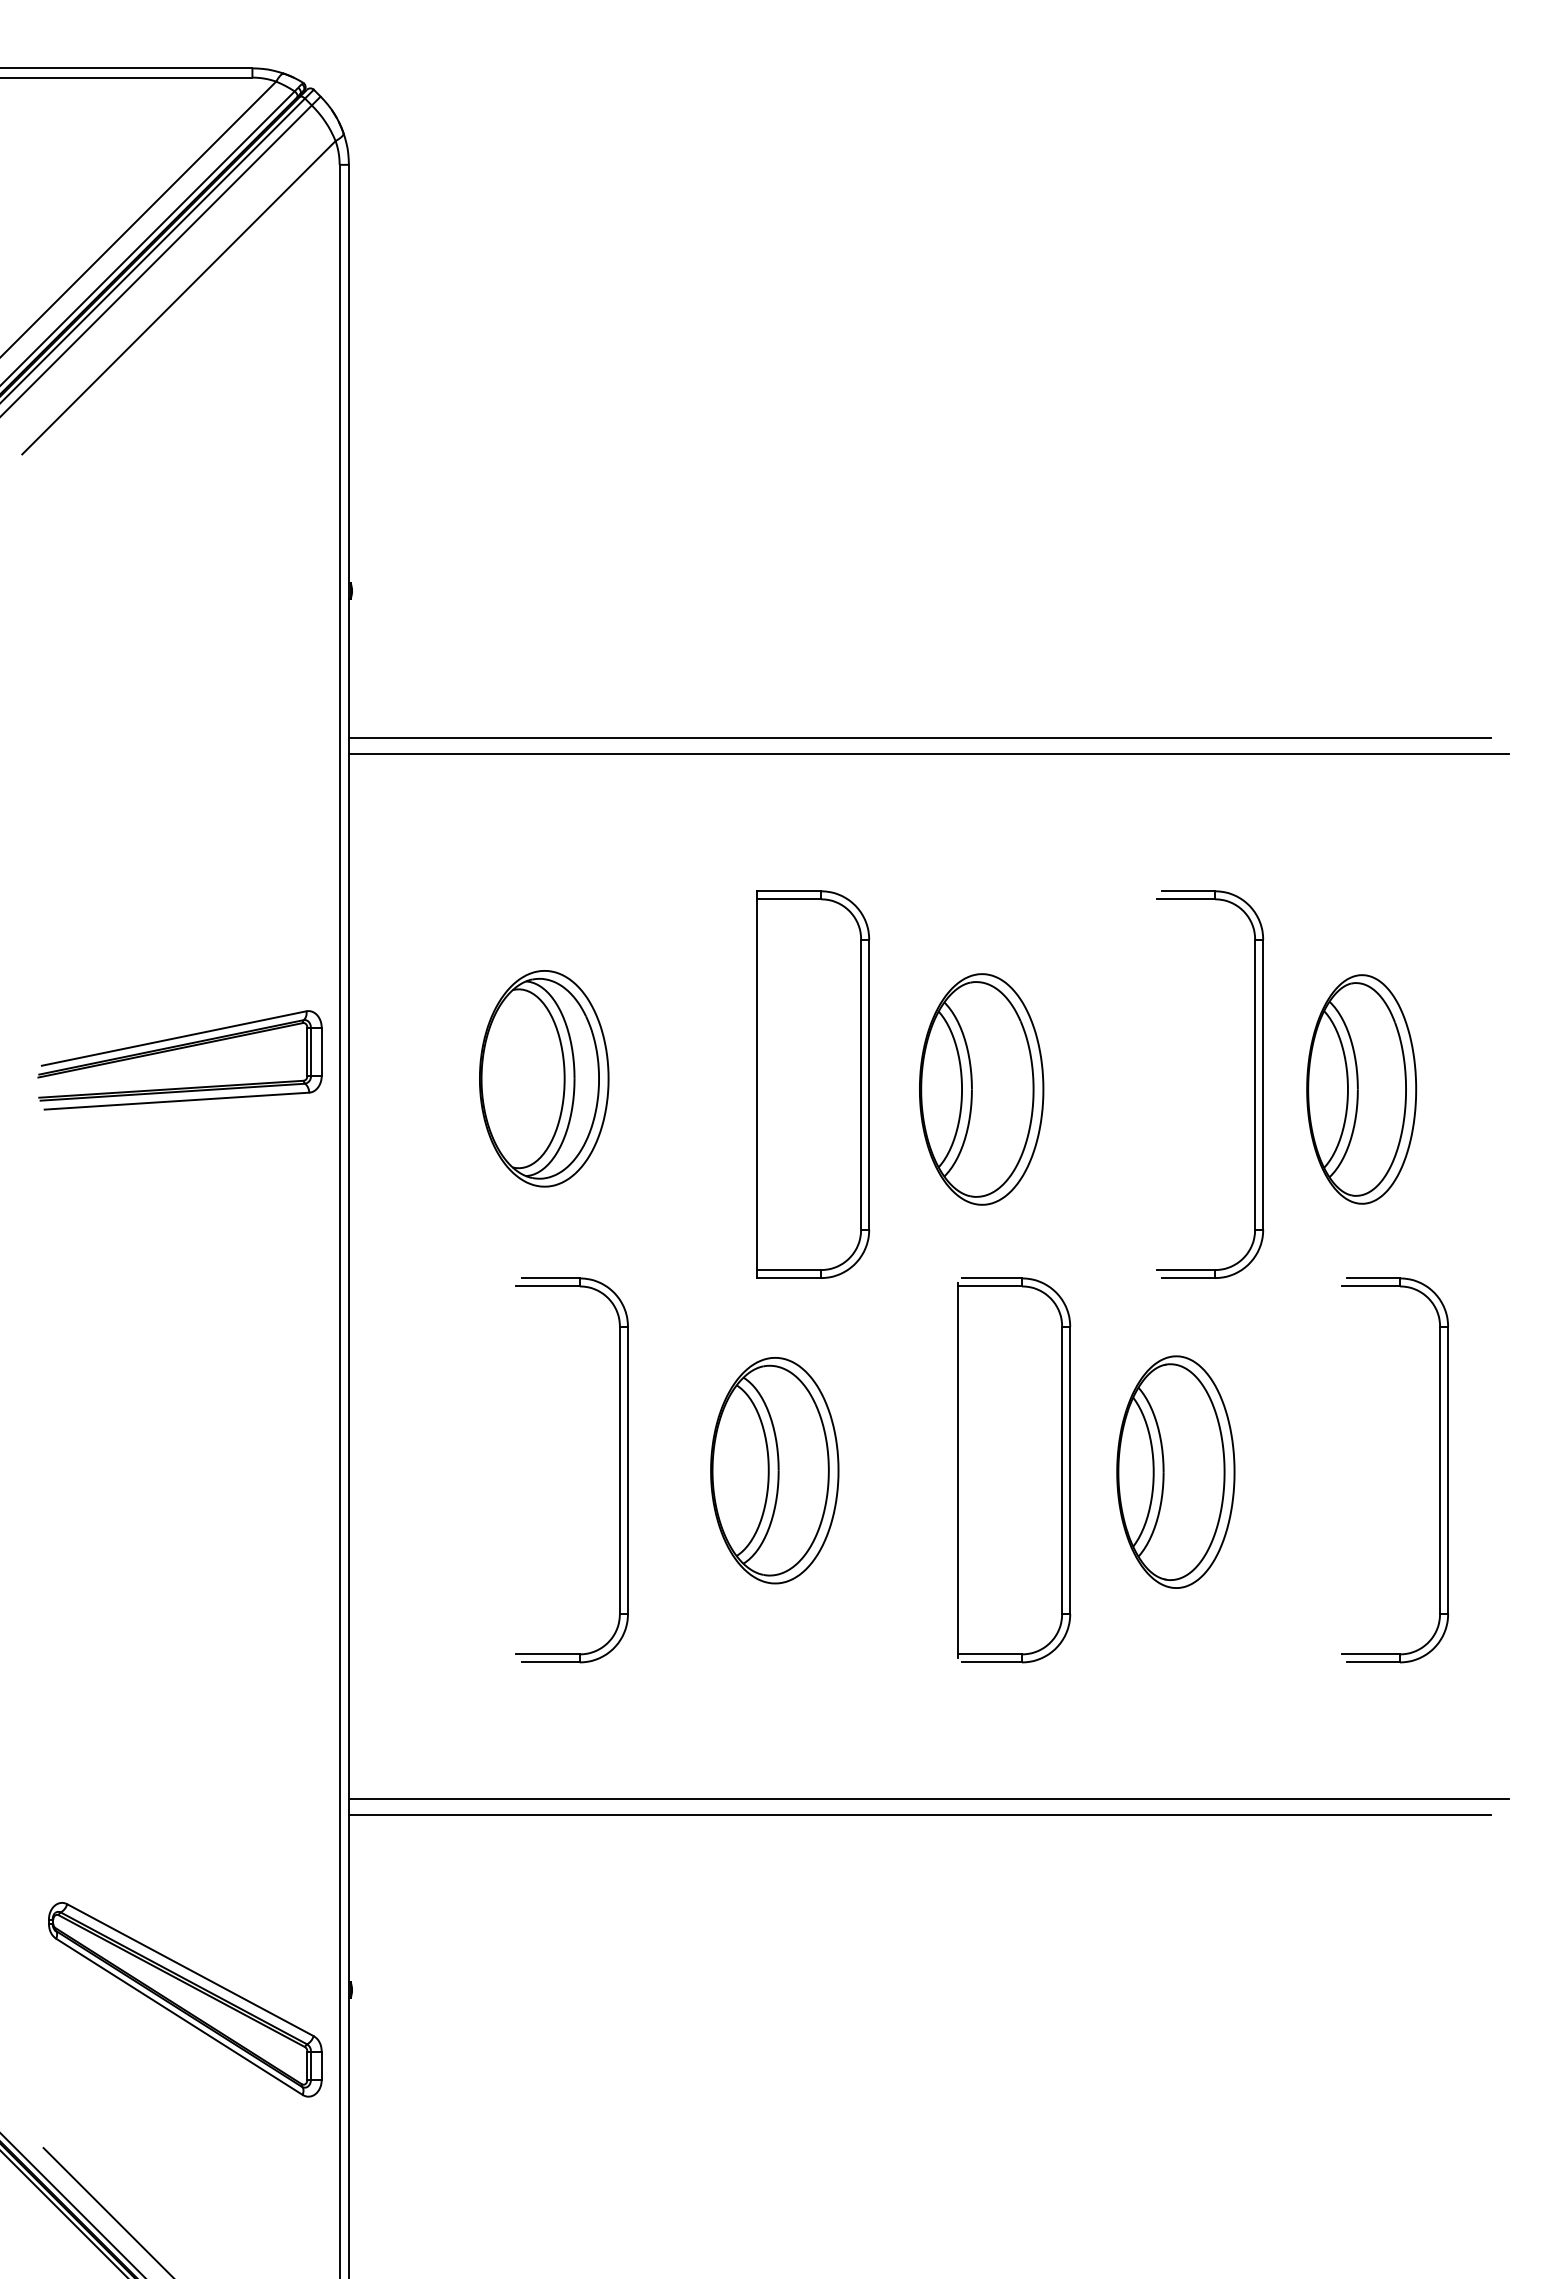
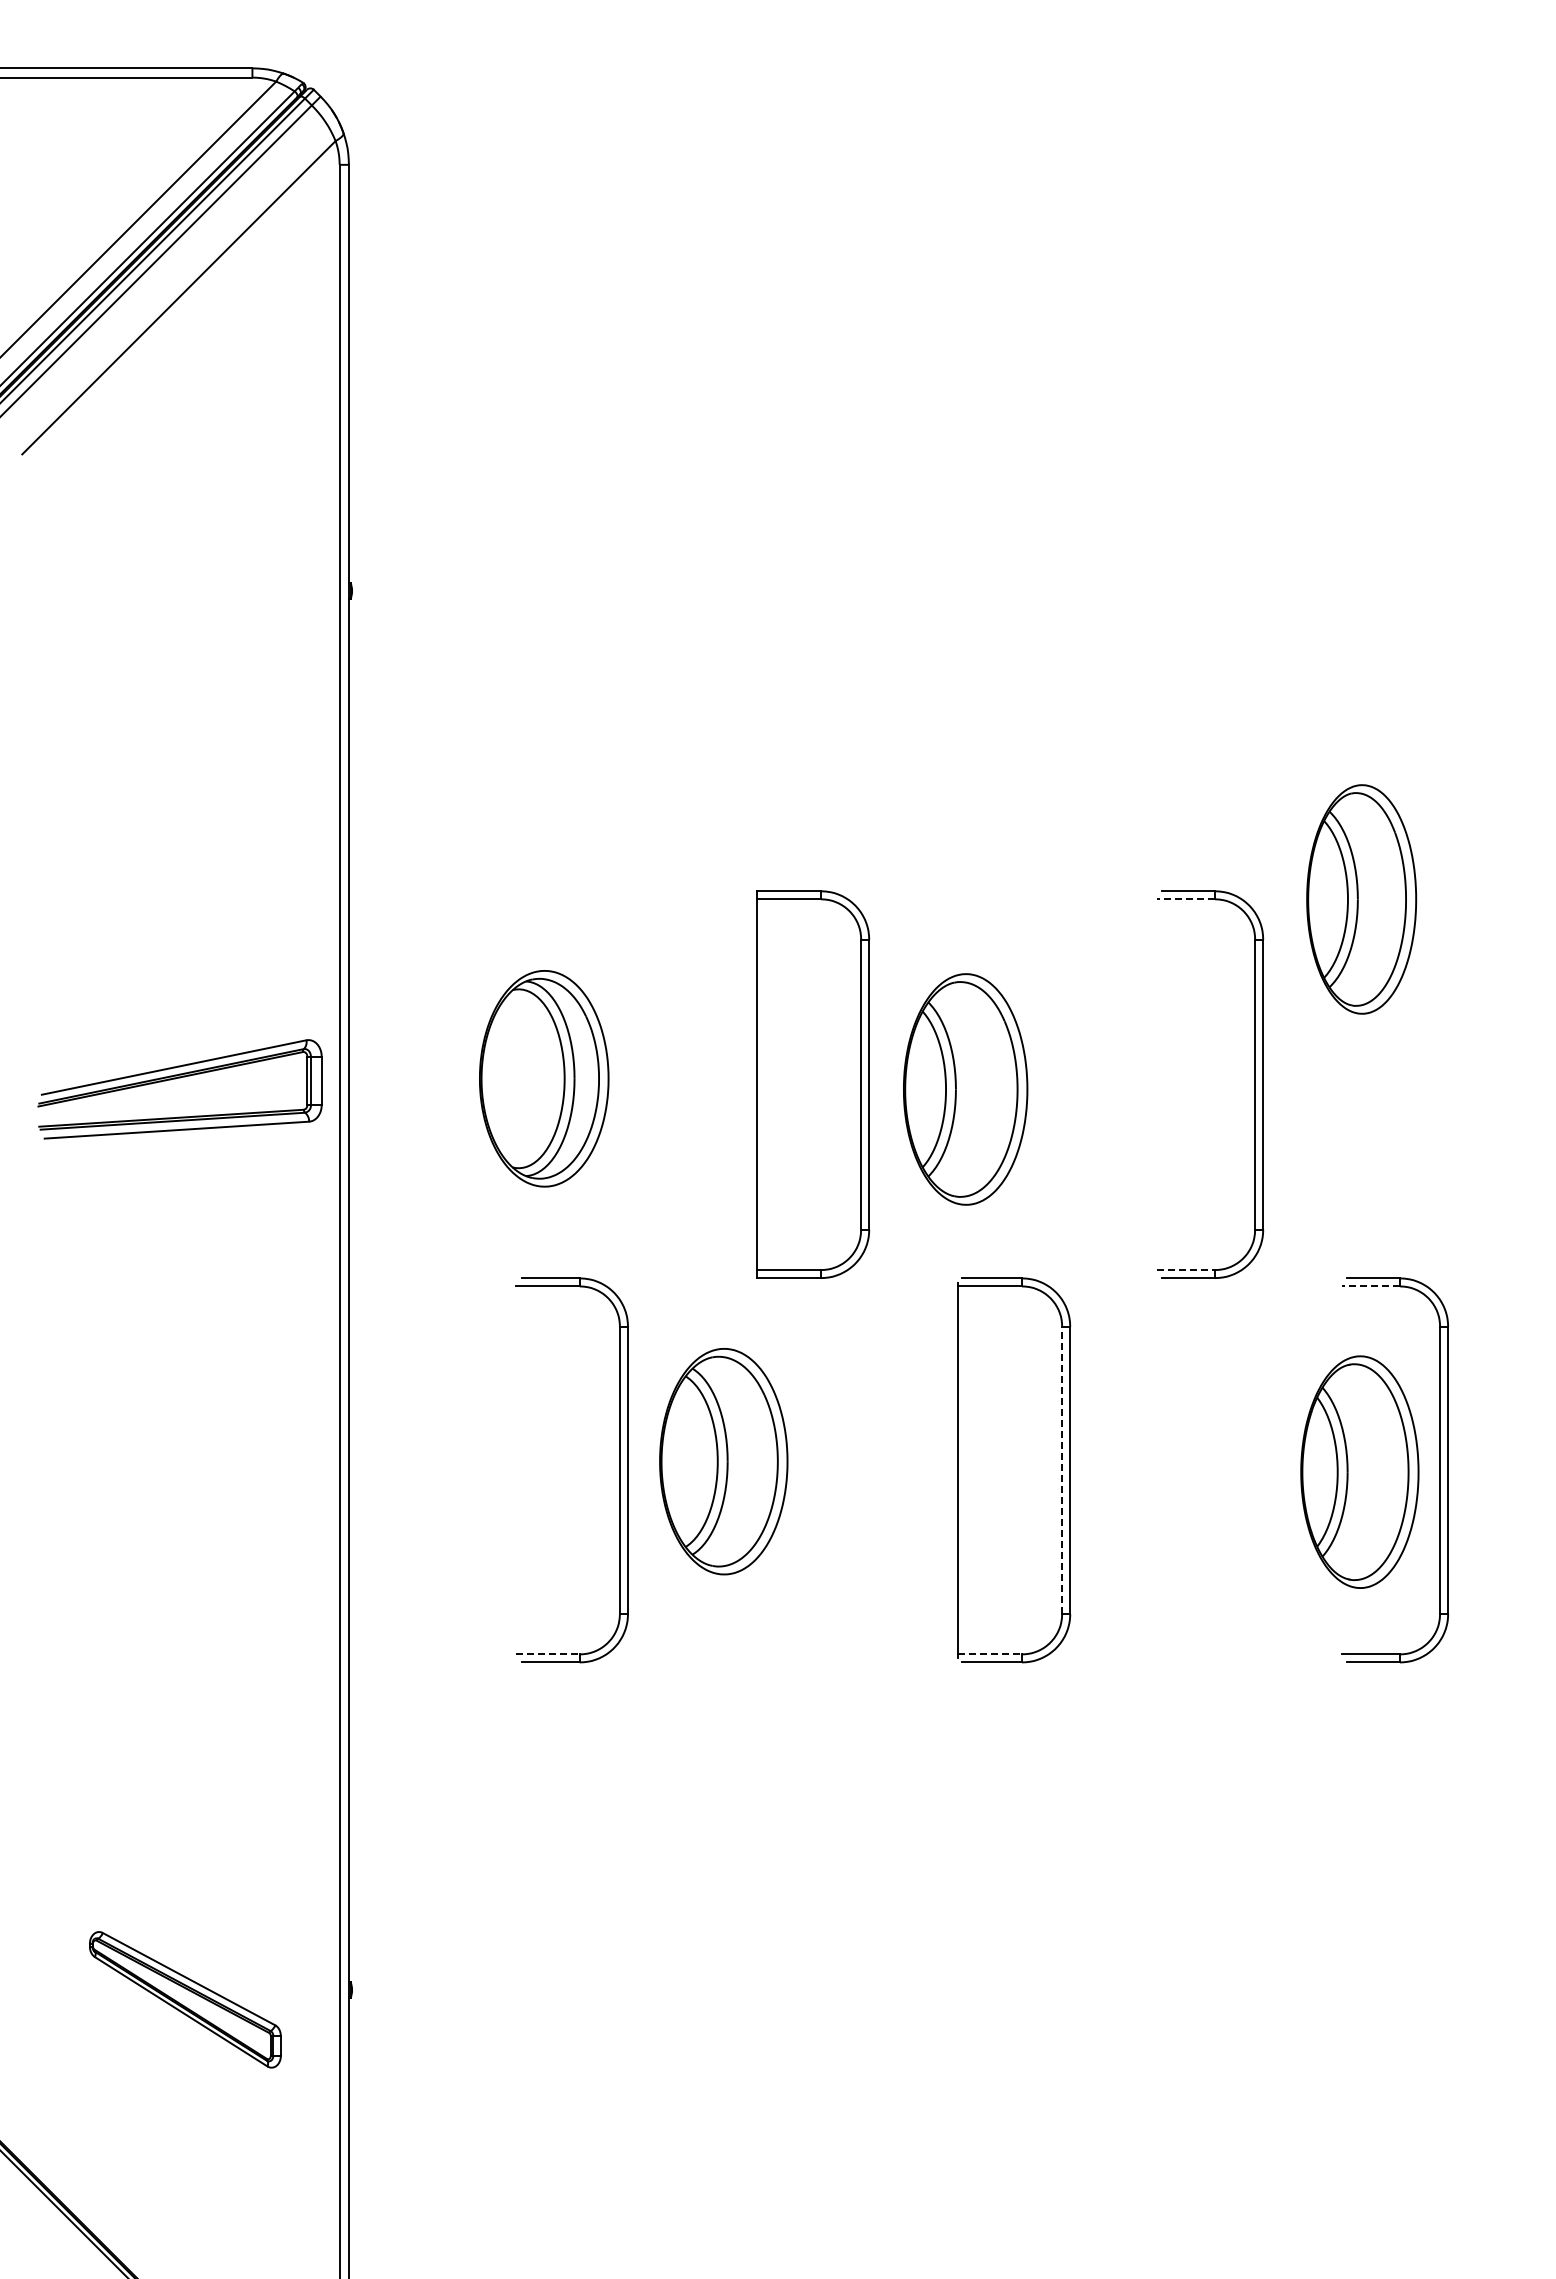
line at (919, 737): present -> none
line at (928, 753): present -> none
line at (1186, 899): solid -> dashed
part at (175, 1050) position: (175, 1050) -> (175, 1079)
part at (981, 1089) position: (981, 1089) -> (965, 1089)
part at (1361, 1089) position: (1361, 1089) -> (1361, 899)
line at (1186, 1270): solid -> dashed
line at (1371, 1286): solid -> dashed
part at (774, 1470) position: (774, 1470) -> (723, 1461)
line at (1062, 1470): solid -> dashed
part at (1175, 1471) position: (1175, 1471) -> (1359, 1471)
line at (548, 1654): solid -> dashed
line at (990, 1654): solid -> dashed
line at (928, 1799): present -> none
line at (919, 1815): present -> none
part at (185, 1999) size: 275x196 px -> 193x138 px
line at (72, 2205): present -> none
line at (107, 2211): present -> none
